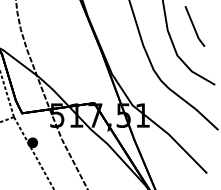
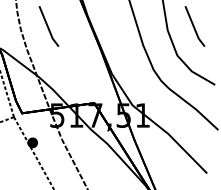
line at (48, 26): none -> present
